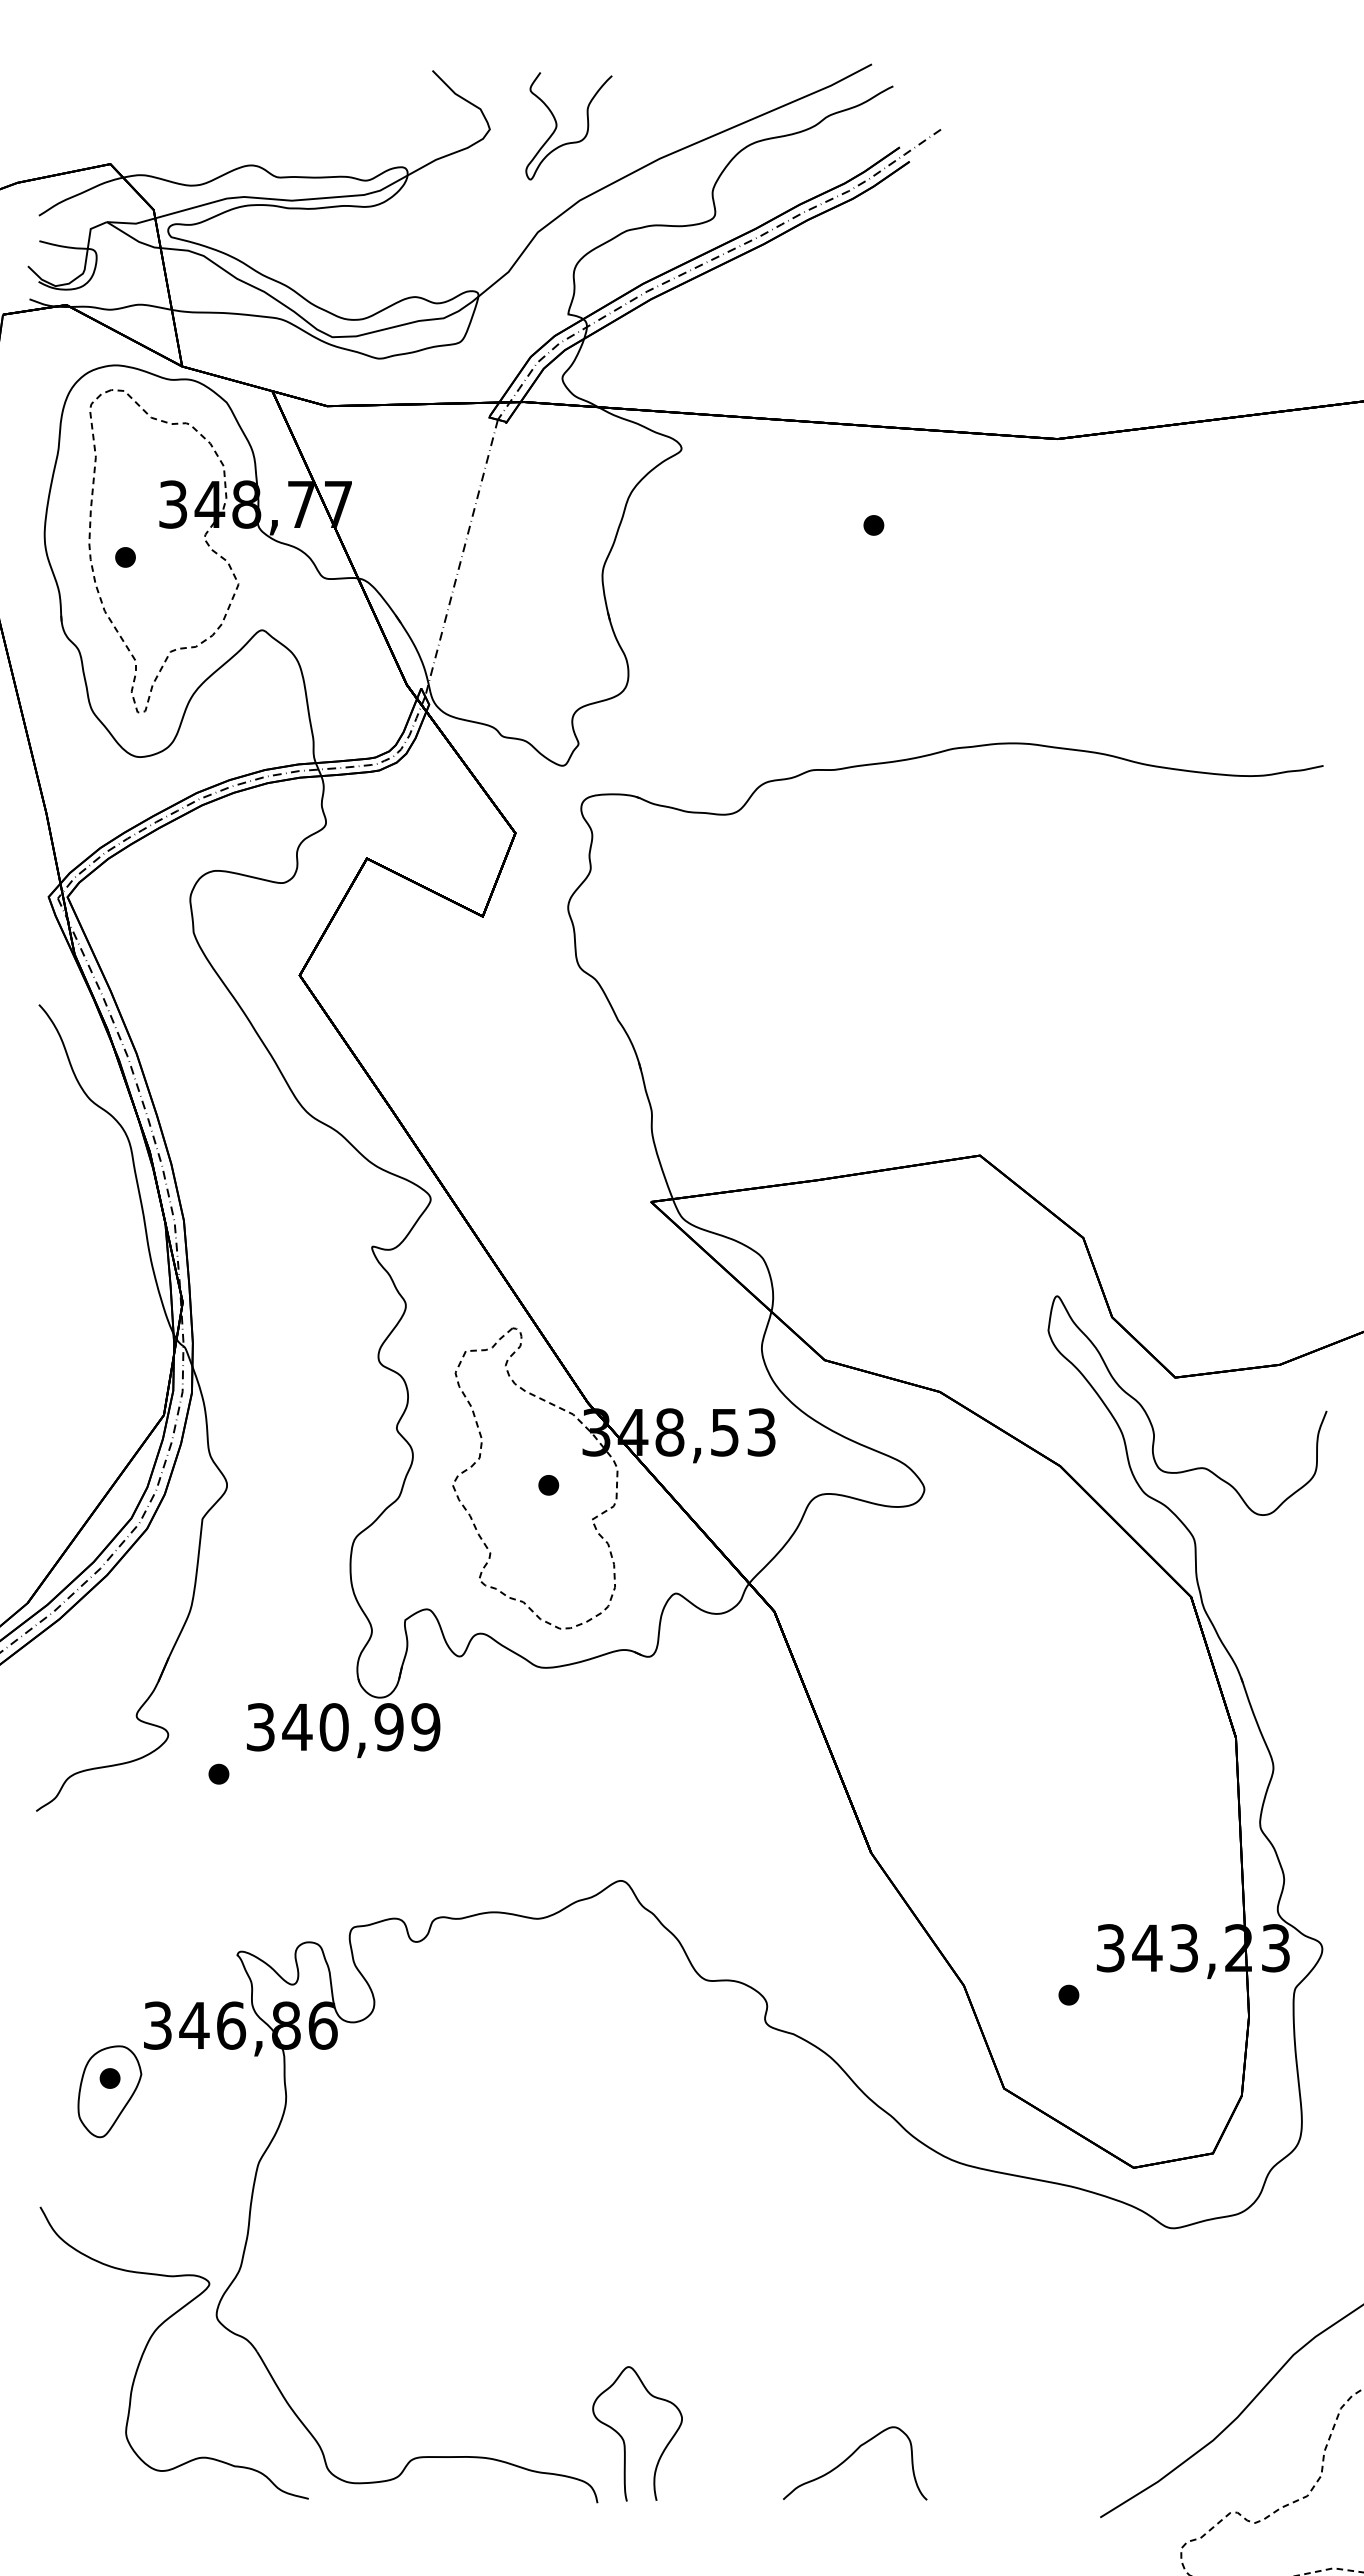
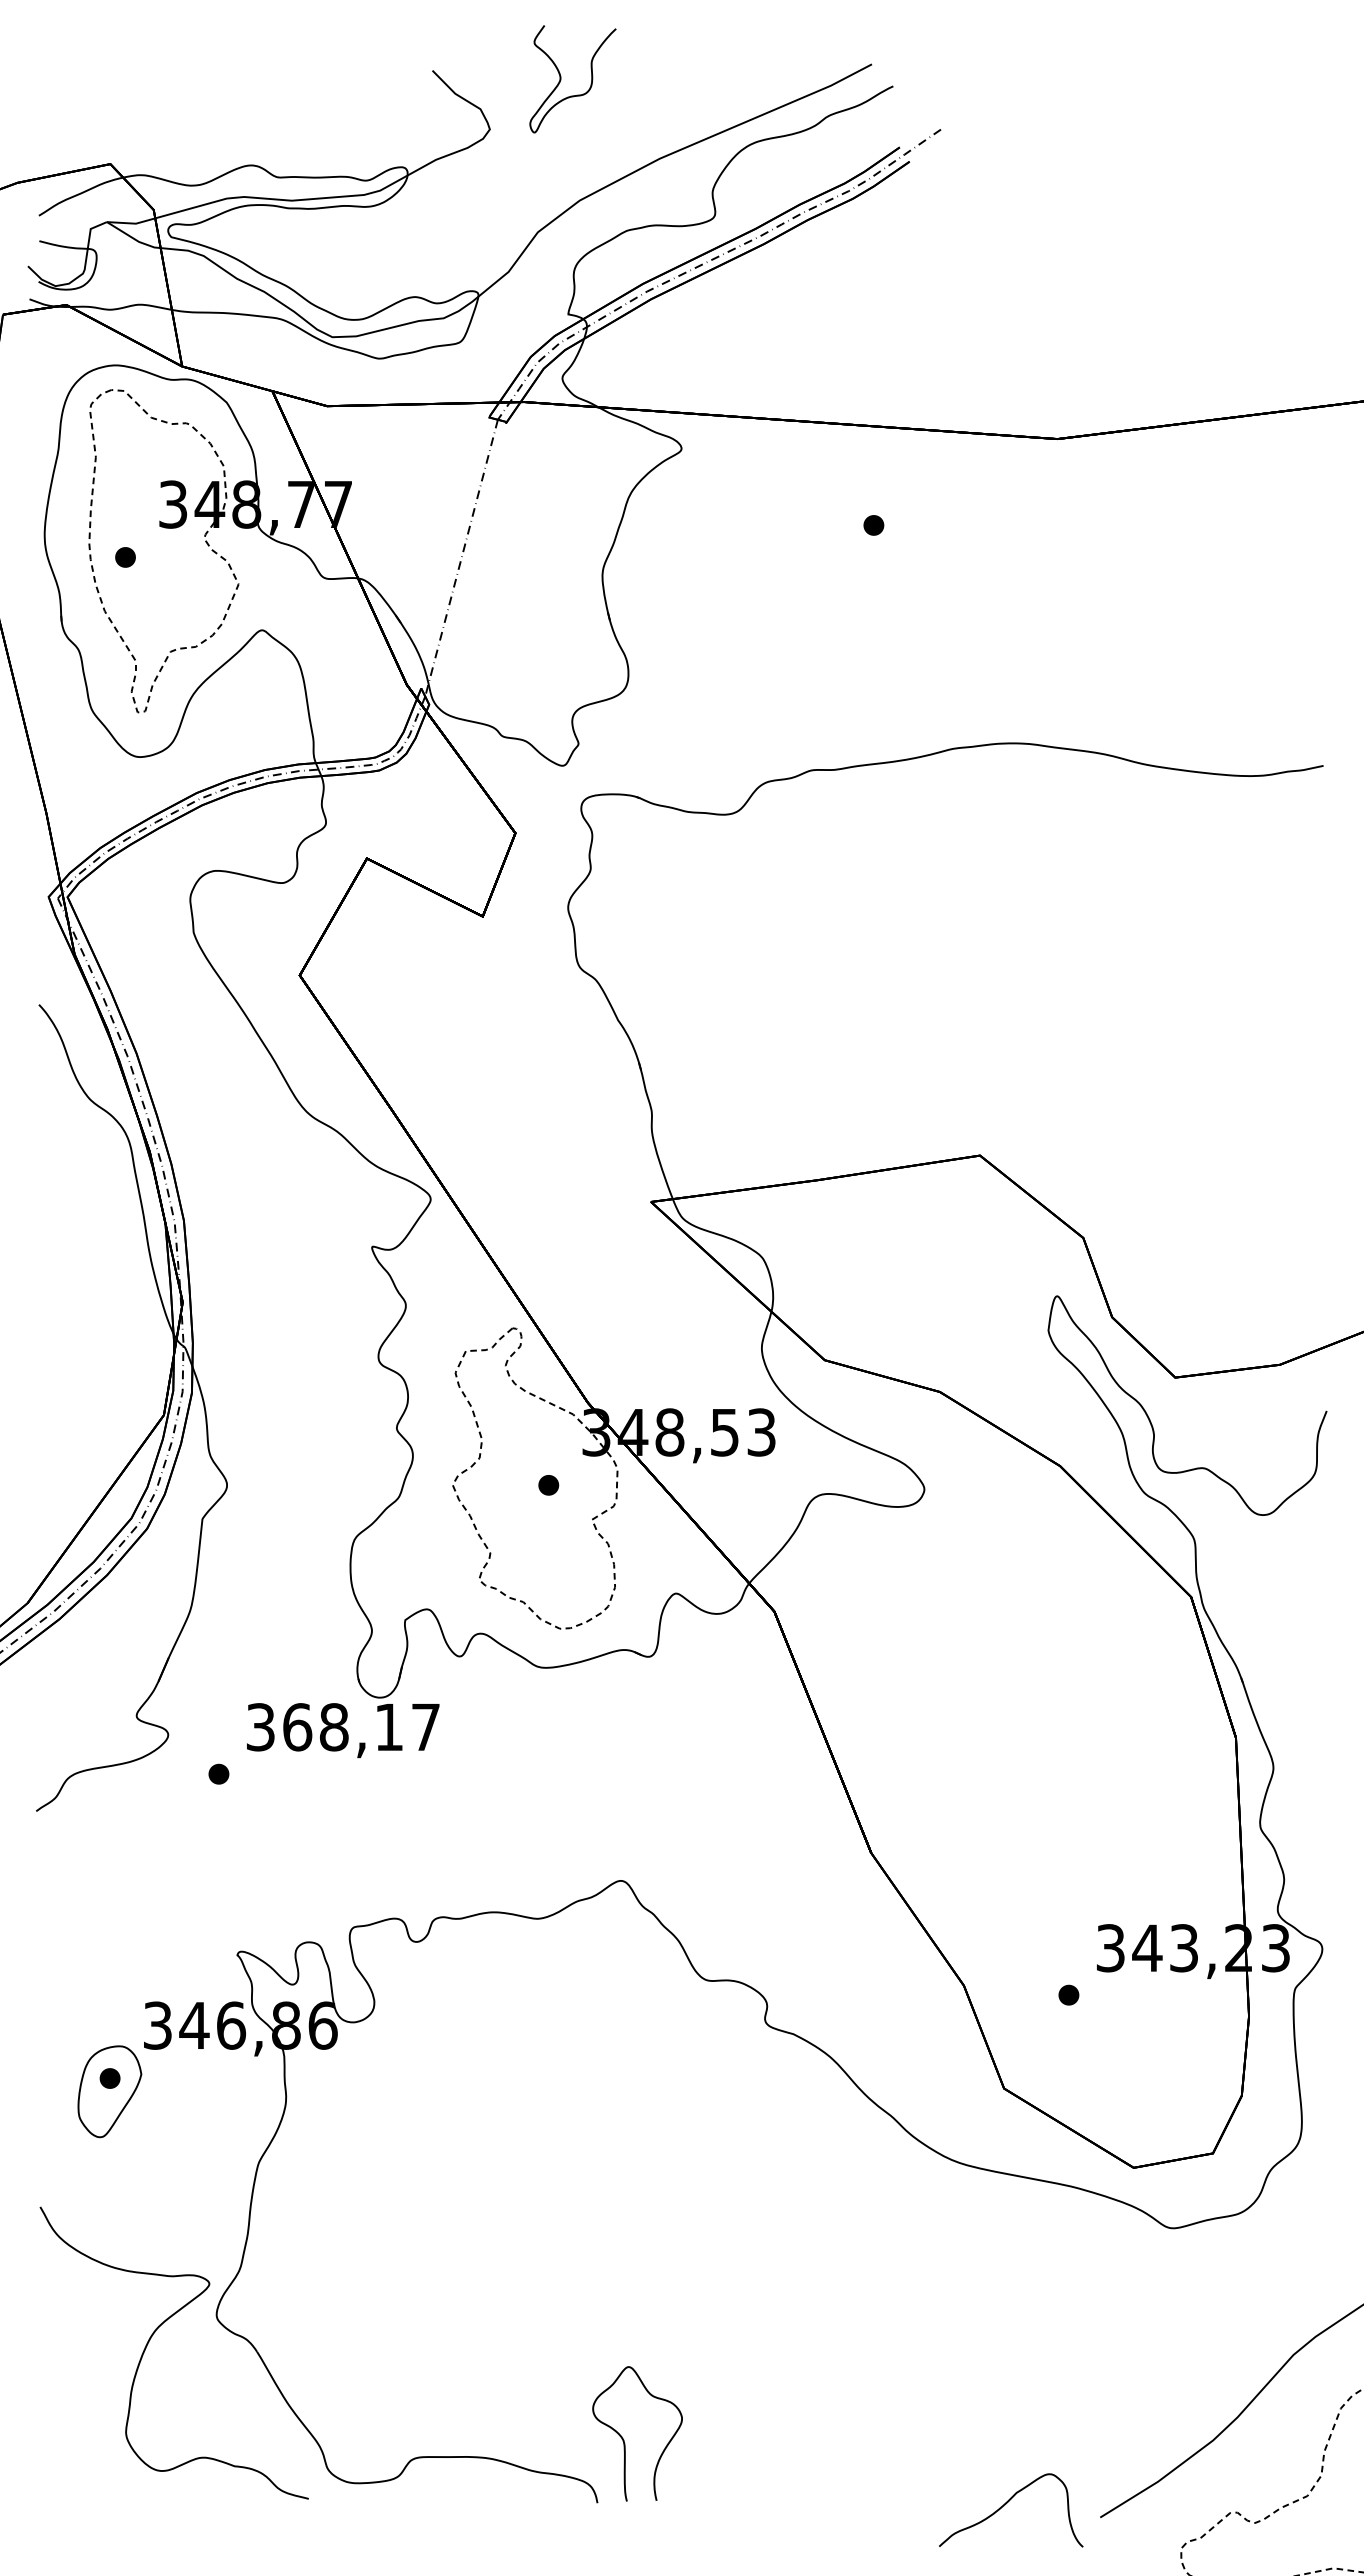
curve at (557, 126) position: (557, 126) -> (561, 79)
text at (361, 1727): 340,99 -> 368,17
curve at (850, 2457) position: (850, 2457) -> (1006, 2504)
